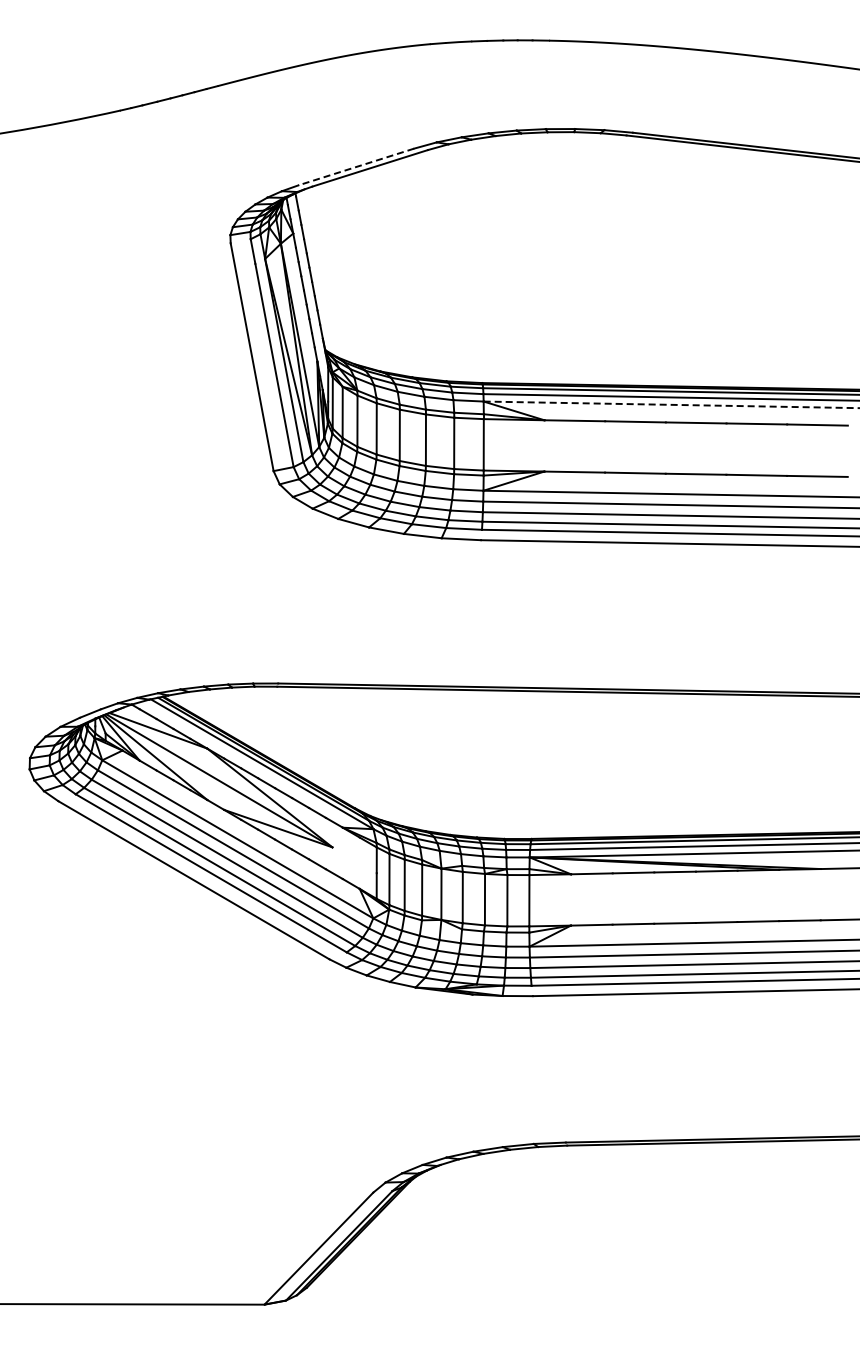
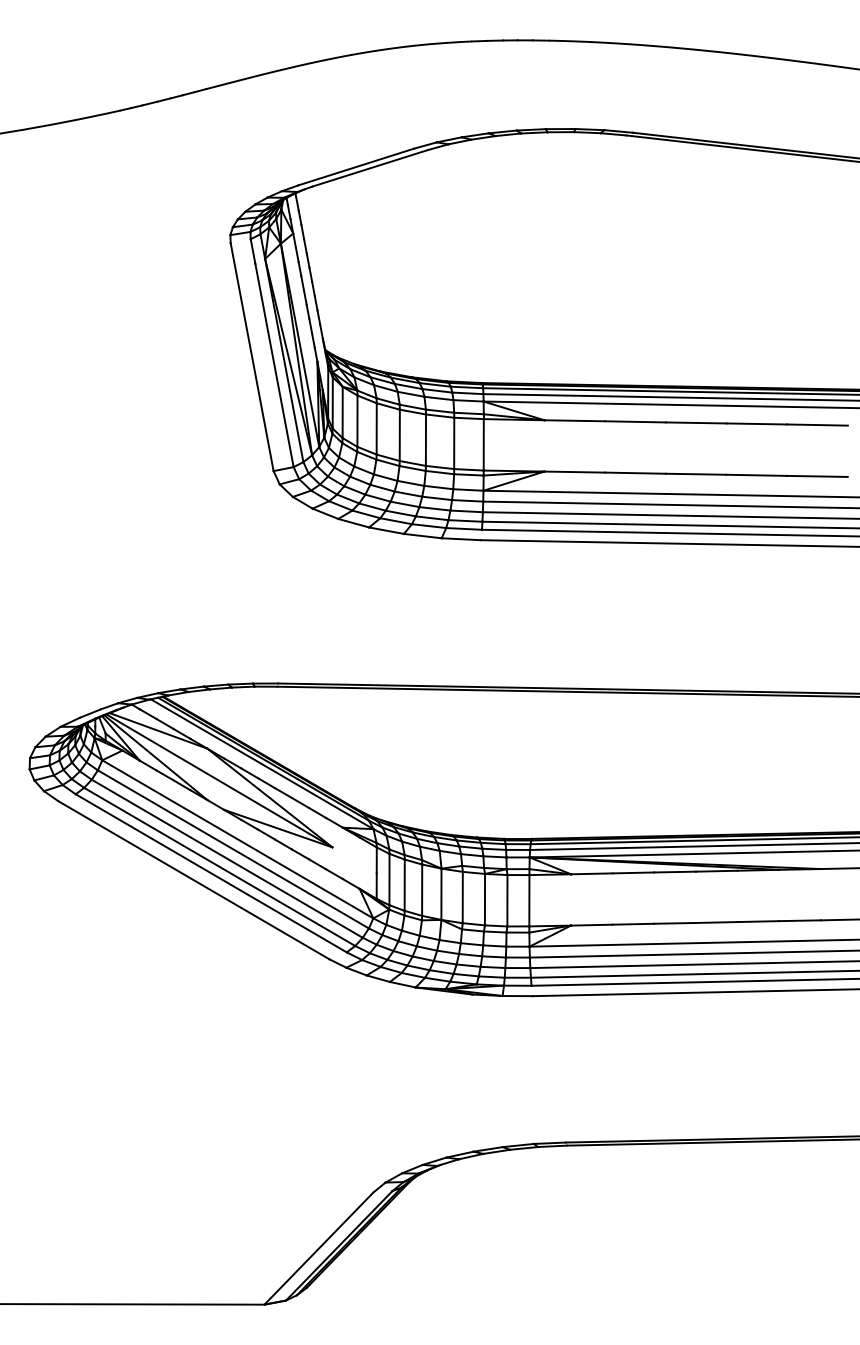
line at (356, 167): dashed -> solid
line at (671, 404): dashed -> solid
